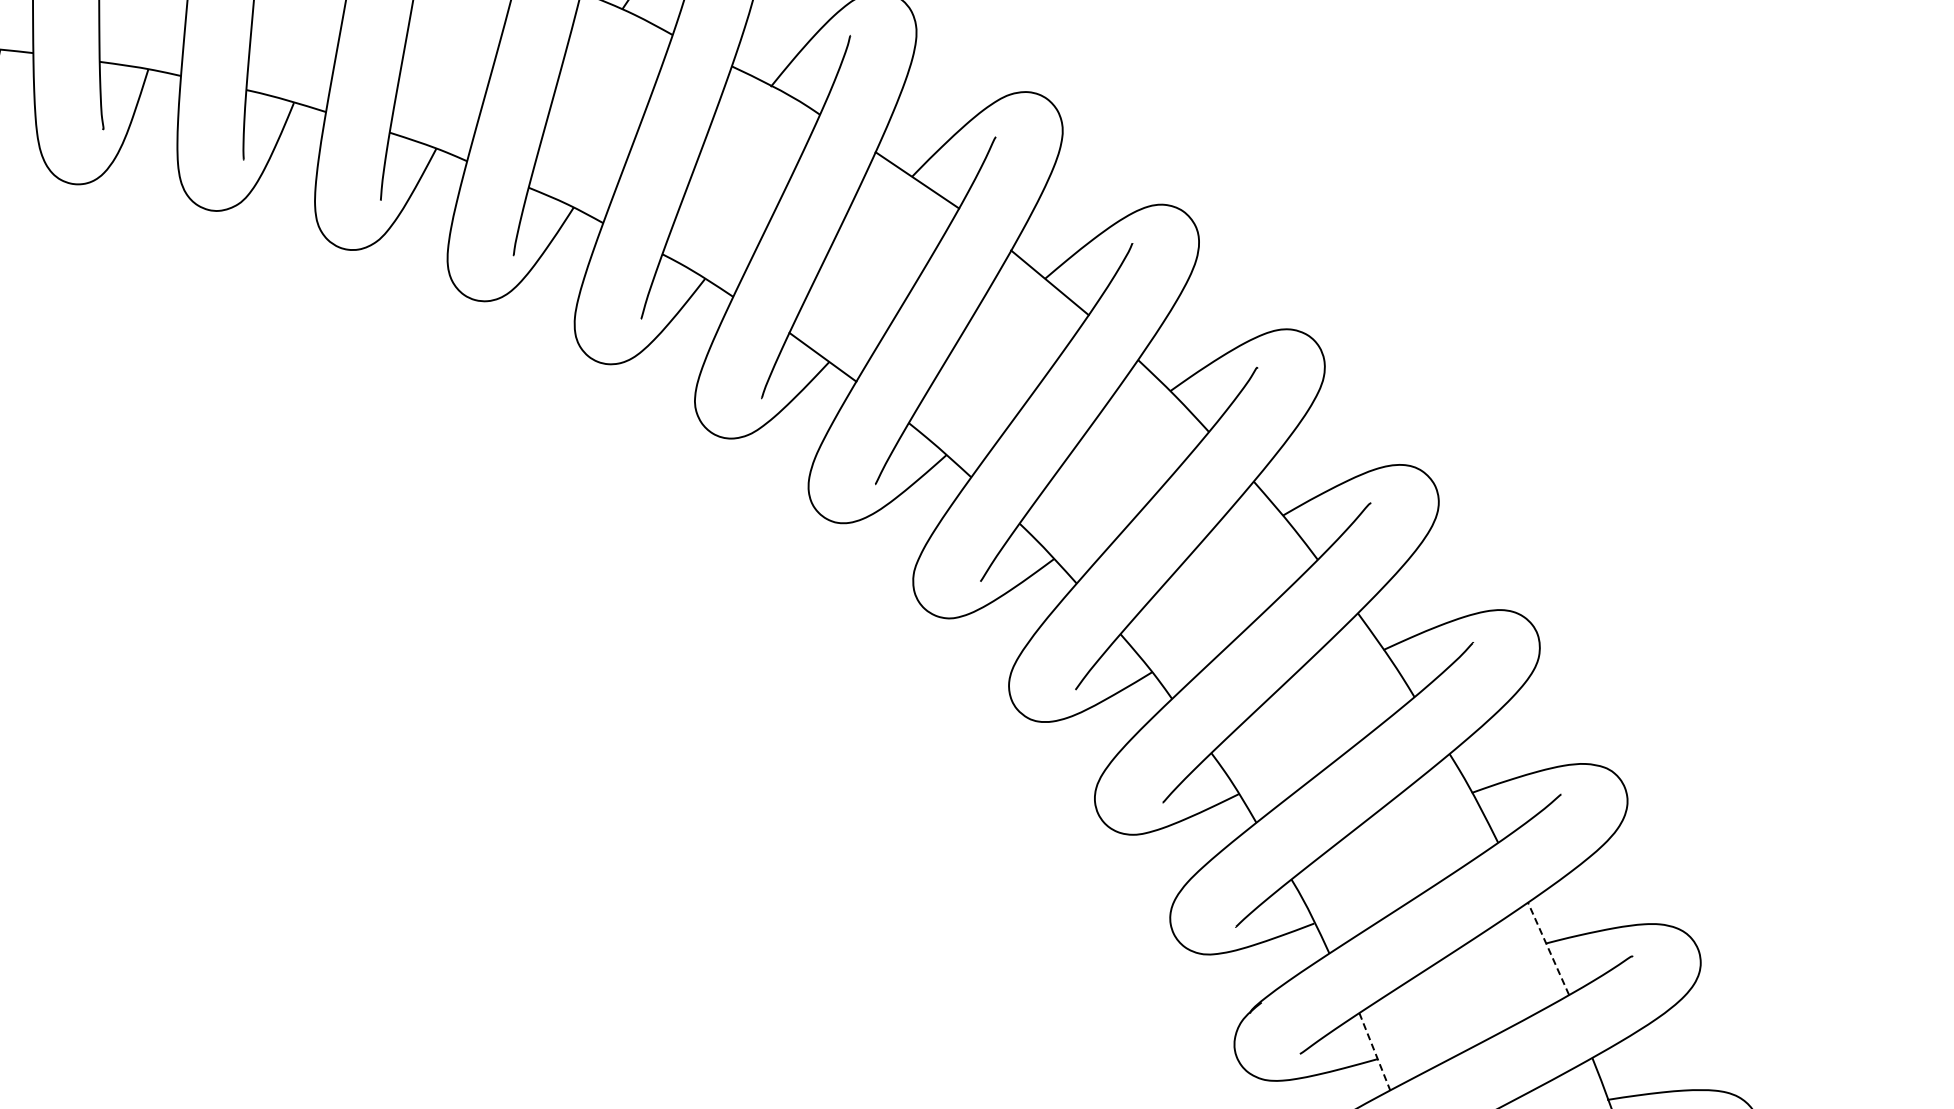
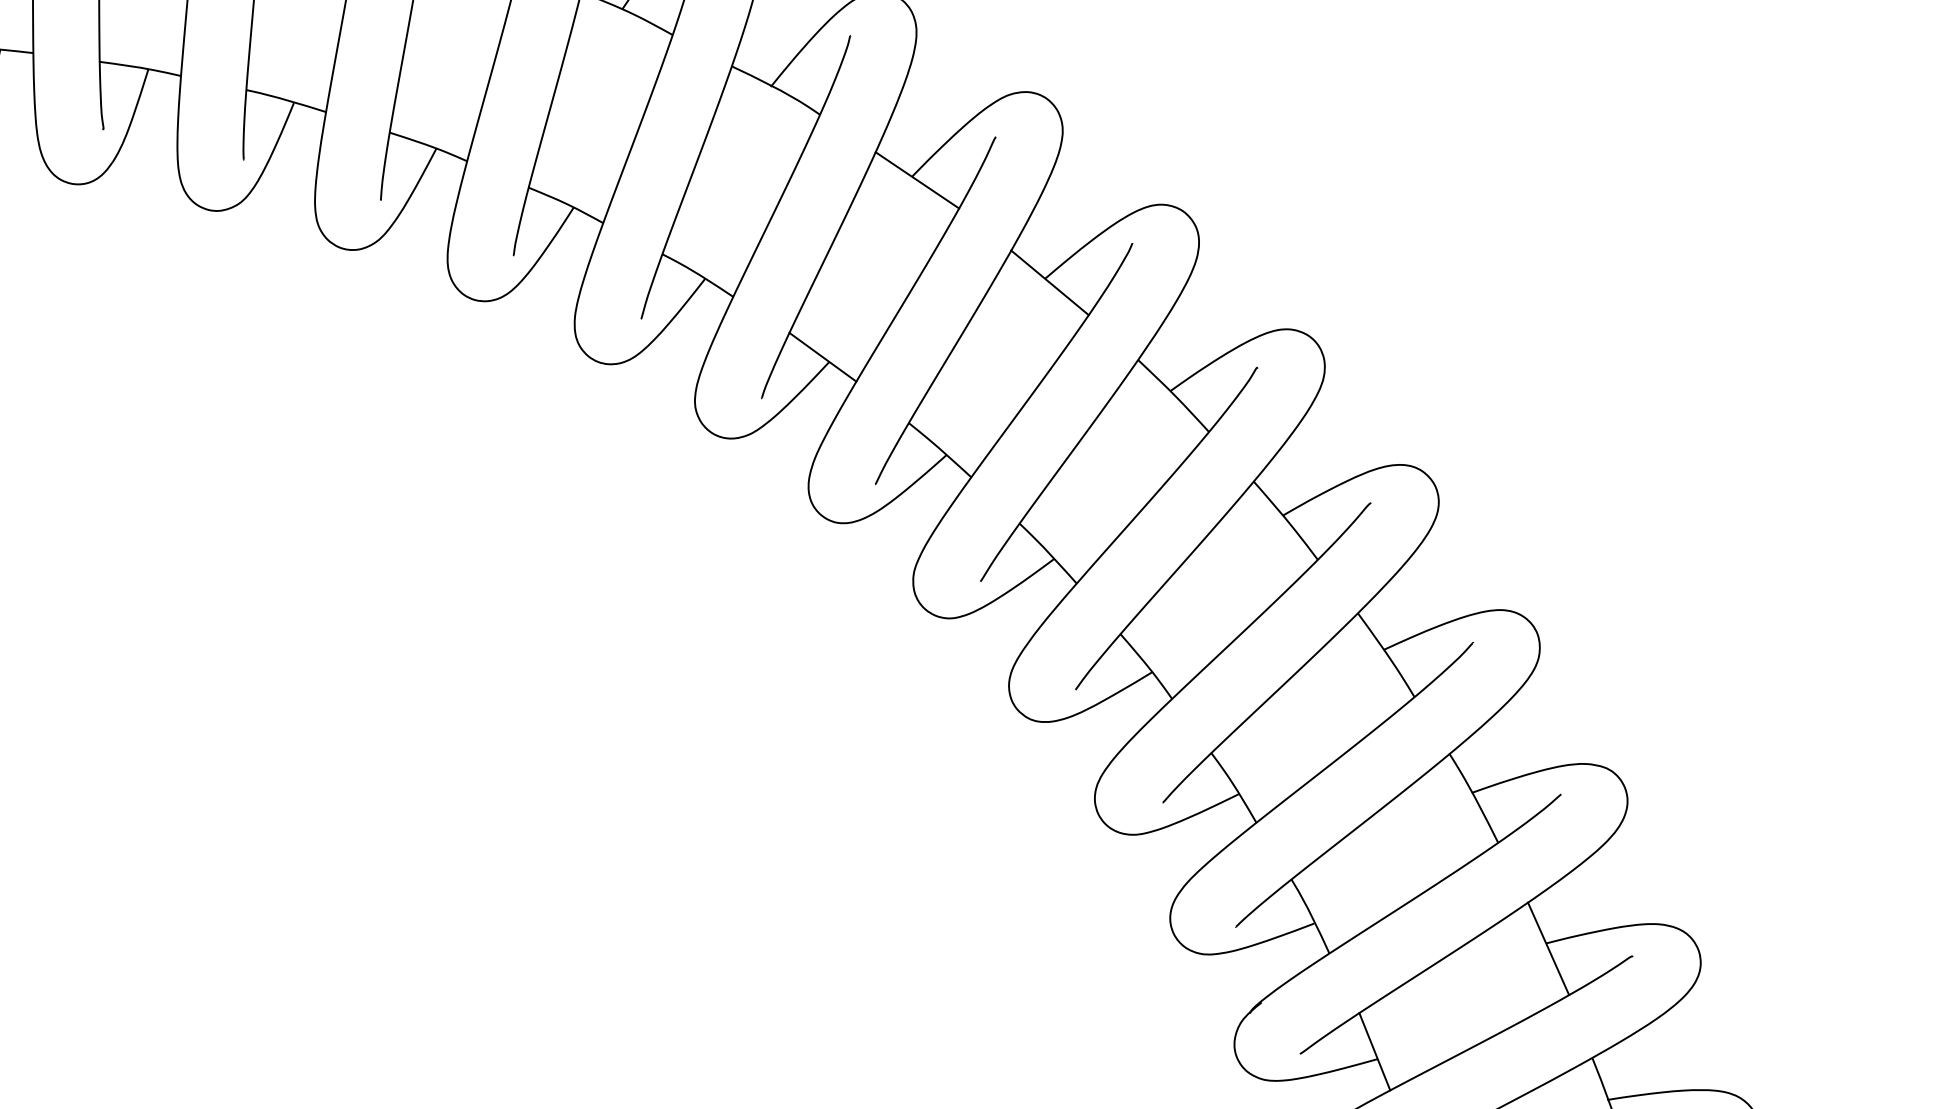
line at (1548, 948): dashed -> solid
line at (1374, 1051): dashed -> solid
